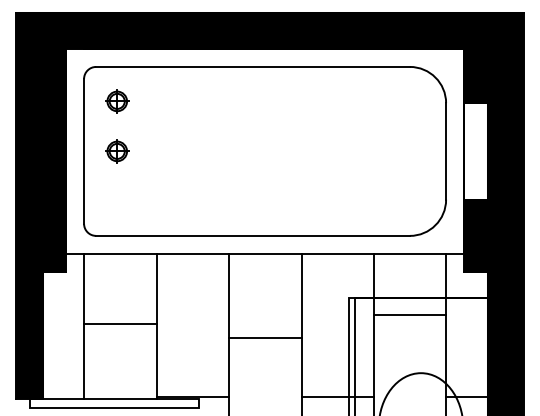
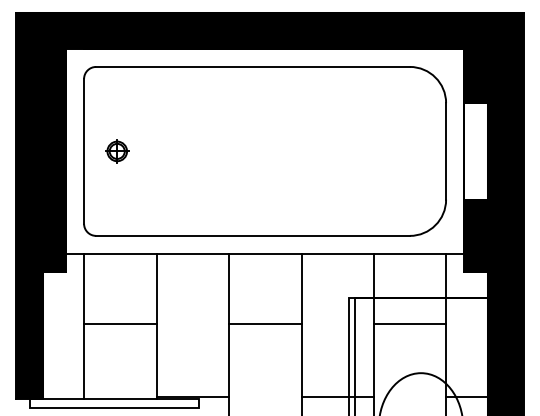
part at (117, 101): present -> none
line at (410, 315) position: (410, 315) -> (410, 324)
line at (265, 338) position: (265, 338) -> (265, 324)
